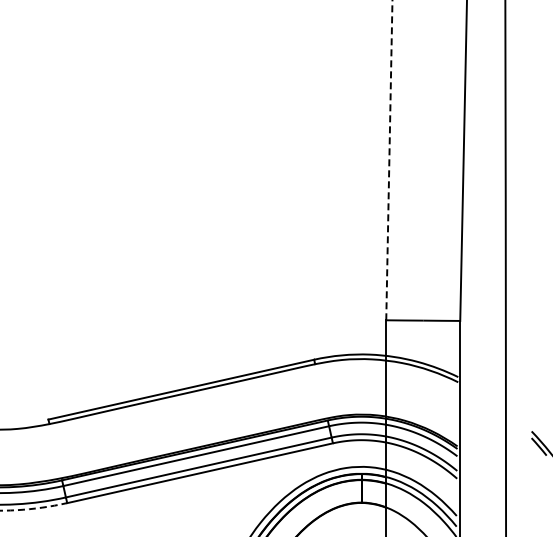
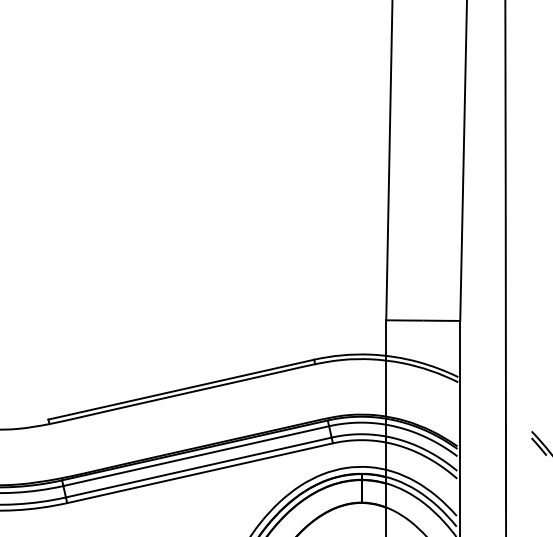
line at (389, 160): dashed -> solid
arc at (33, 508): dashed -> solid
